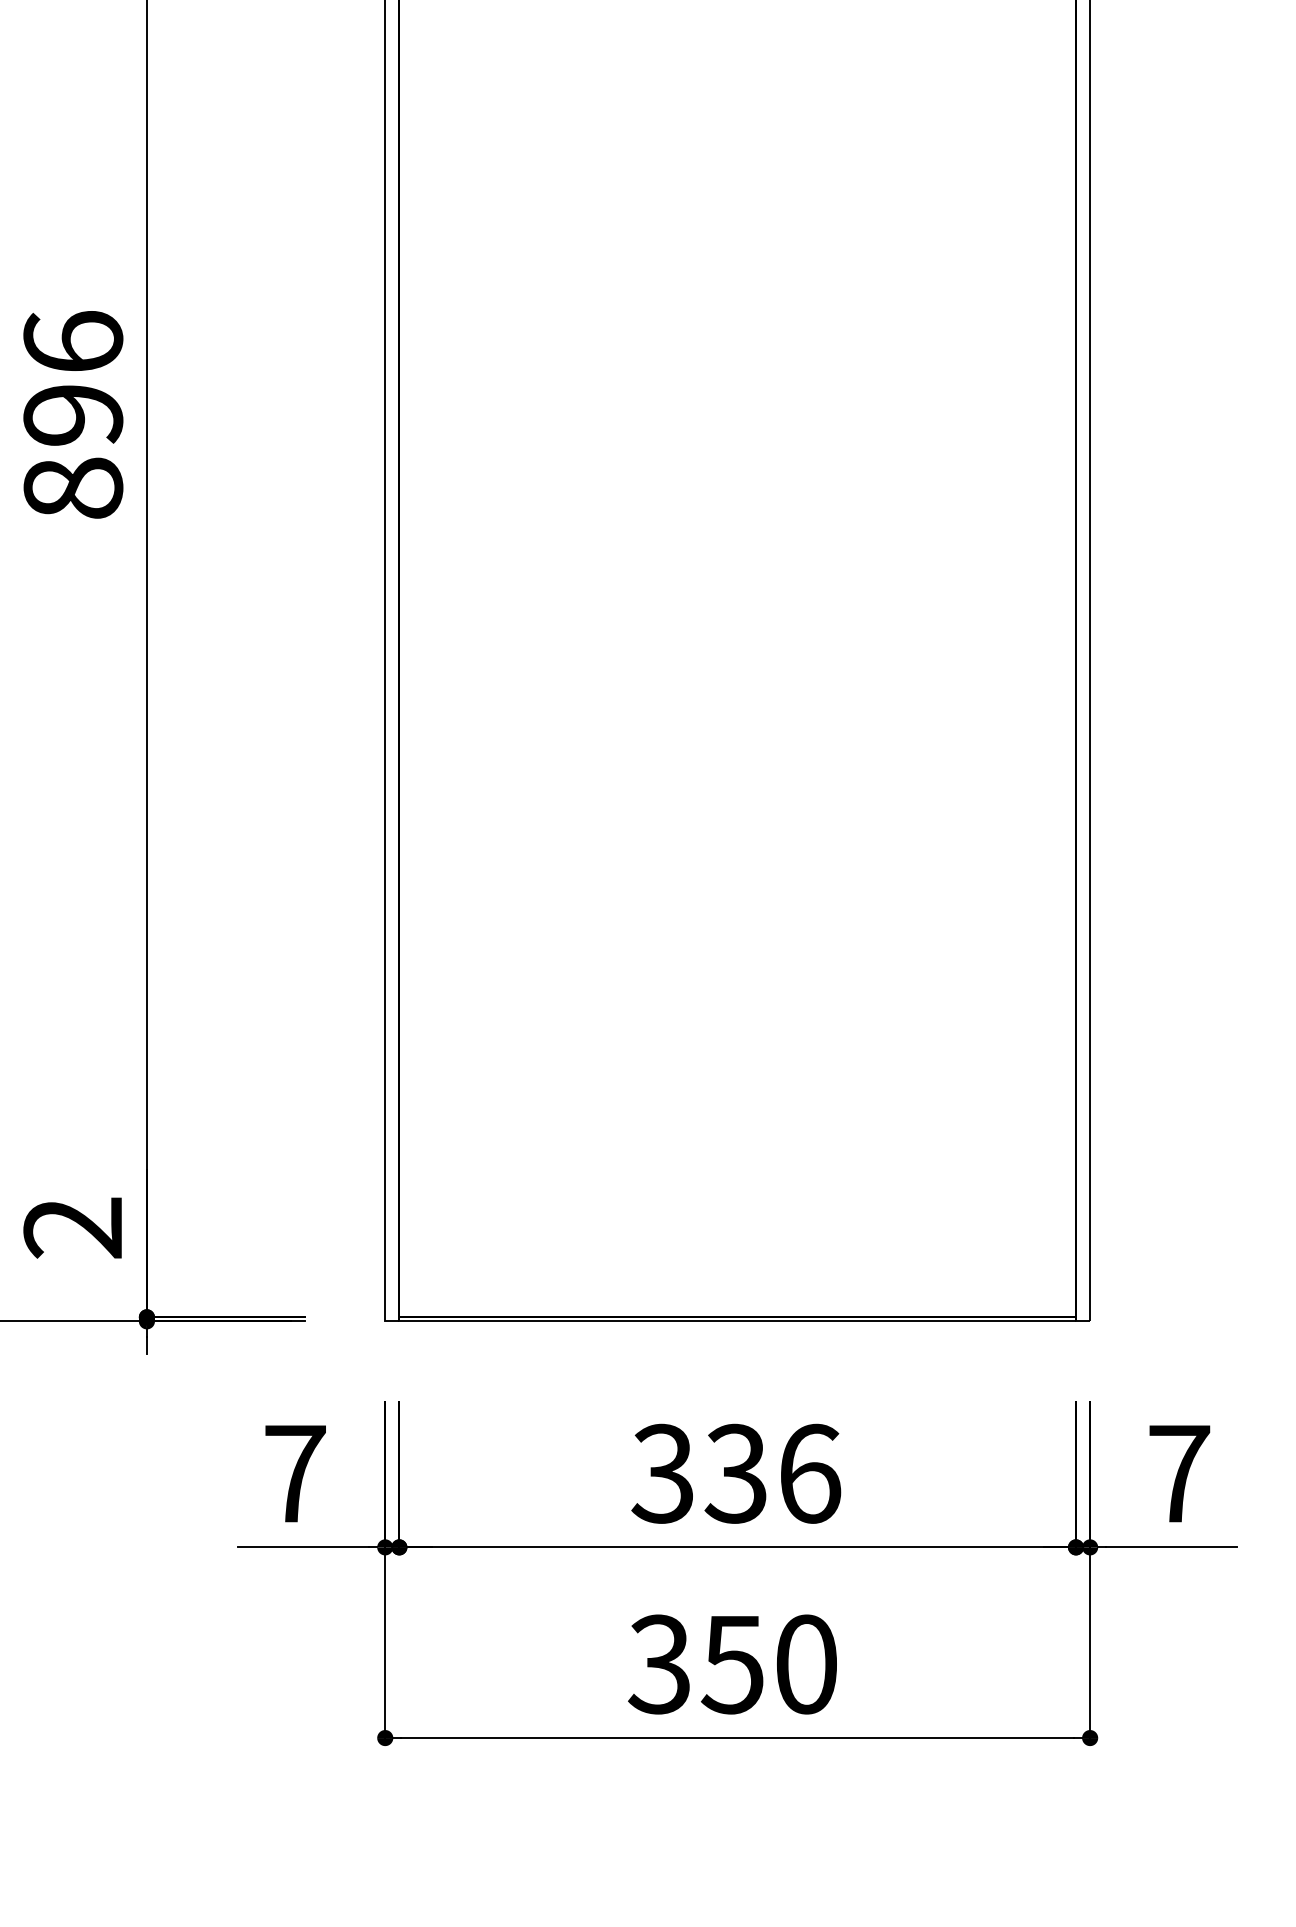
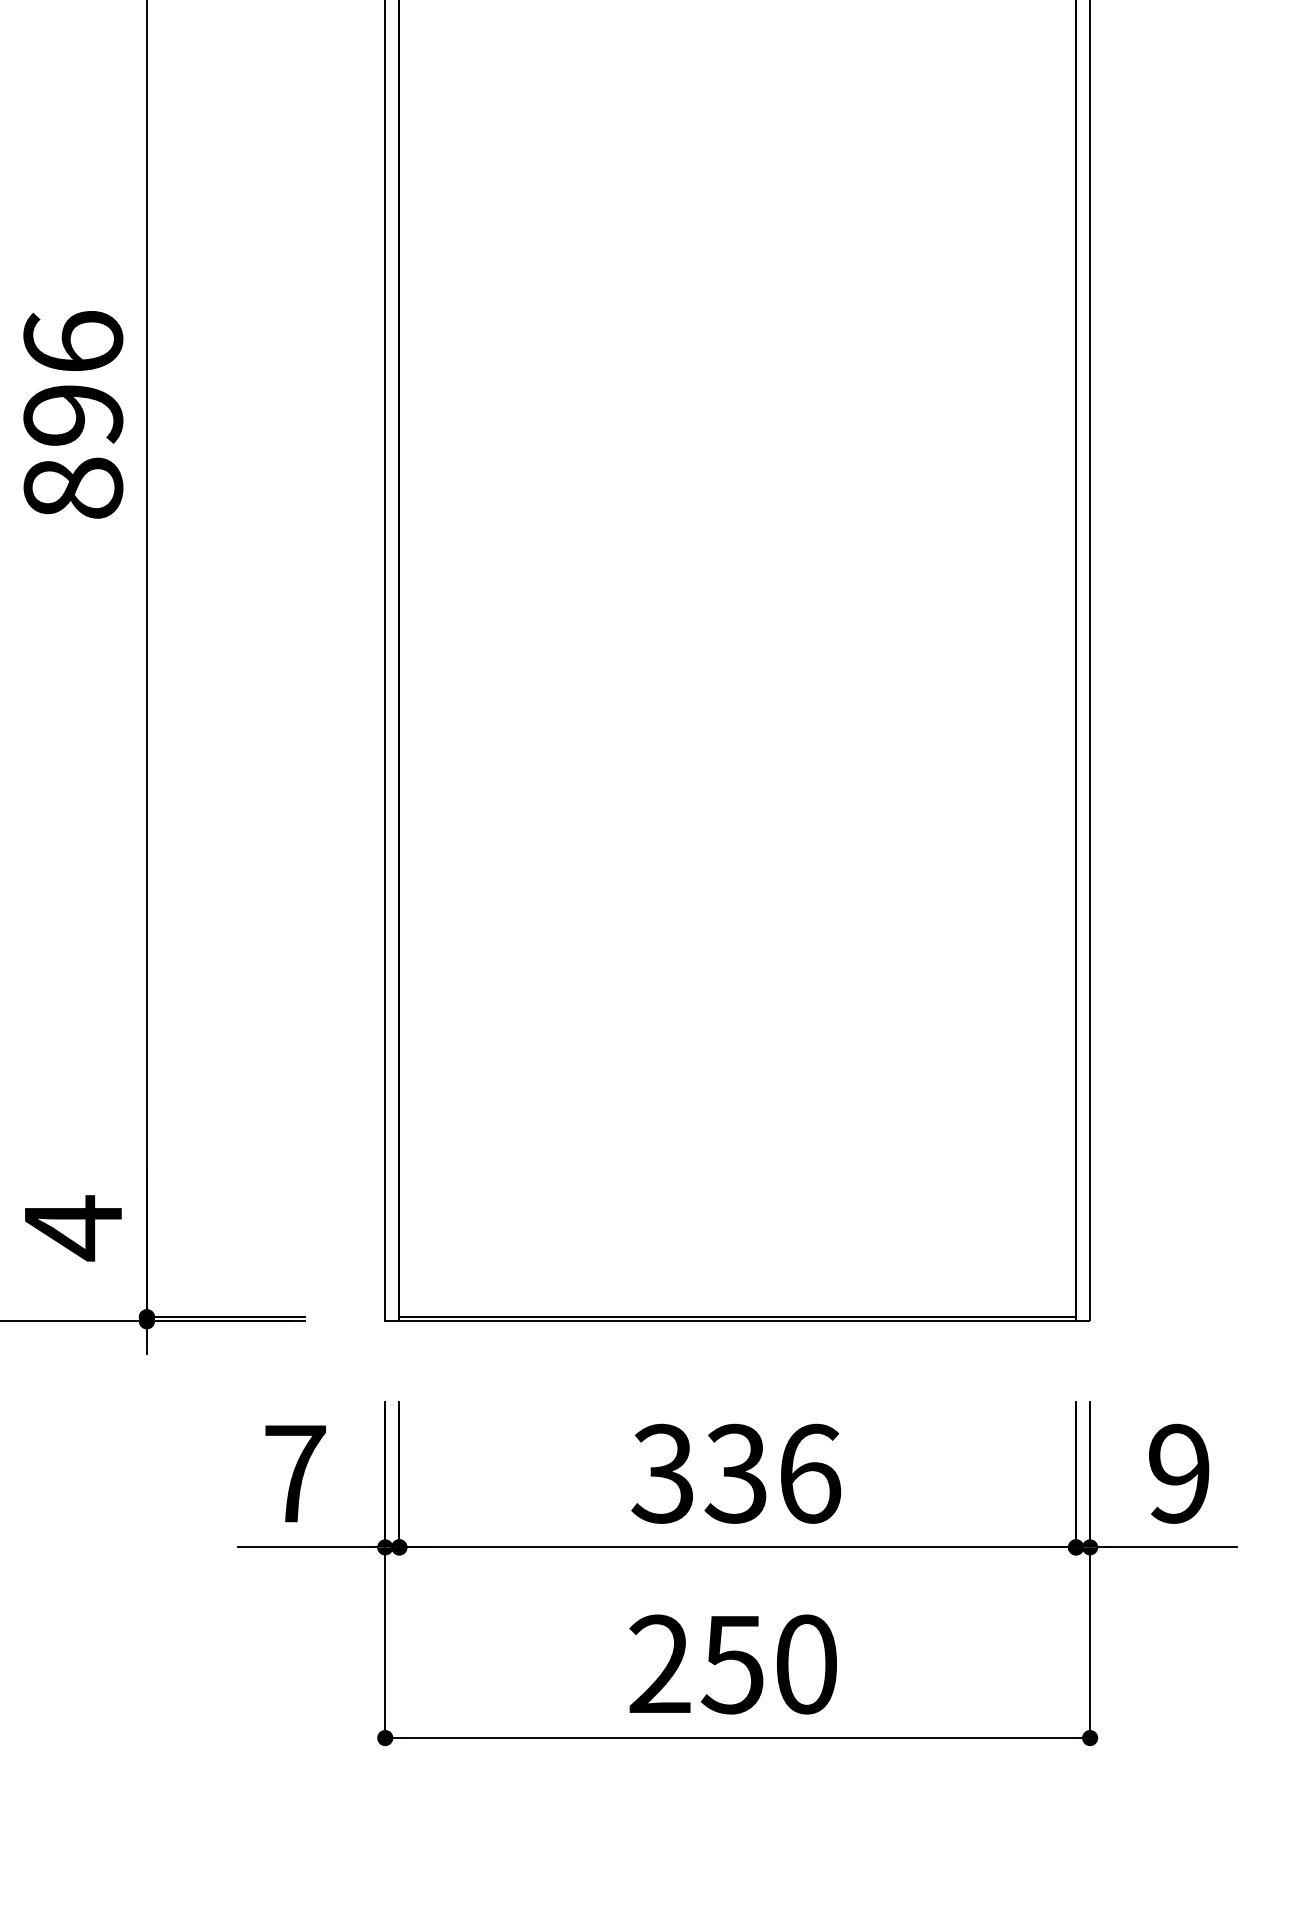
text at (72, 1228): 2 -> 4
text at (1179, 1473): 7 -> 9
text at (659, 1664): 350 -> 250
